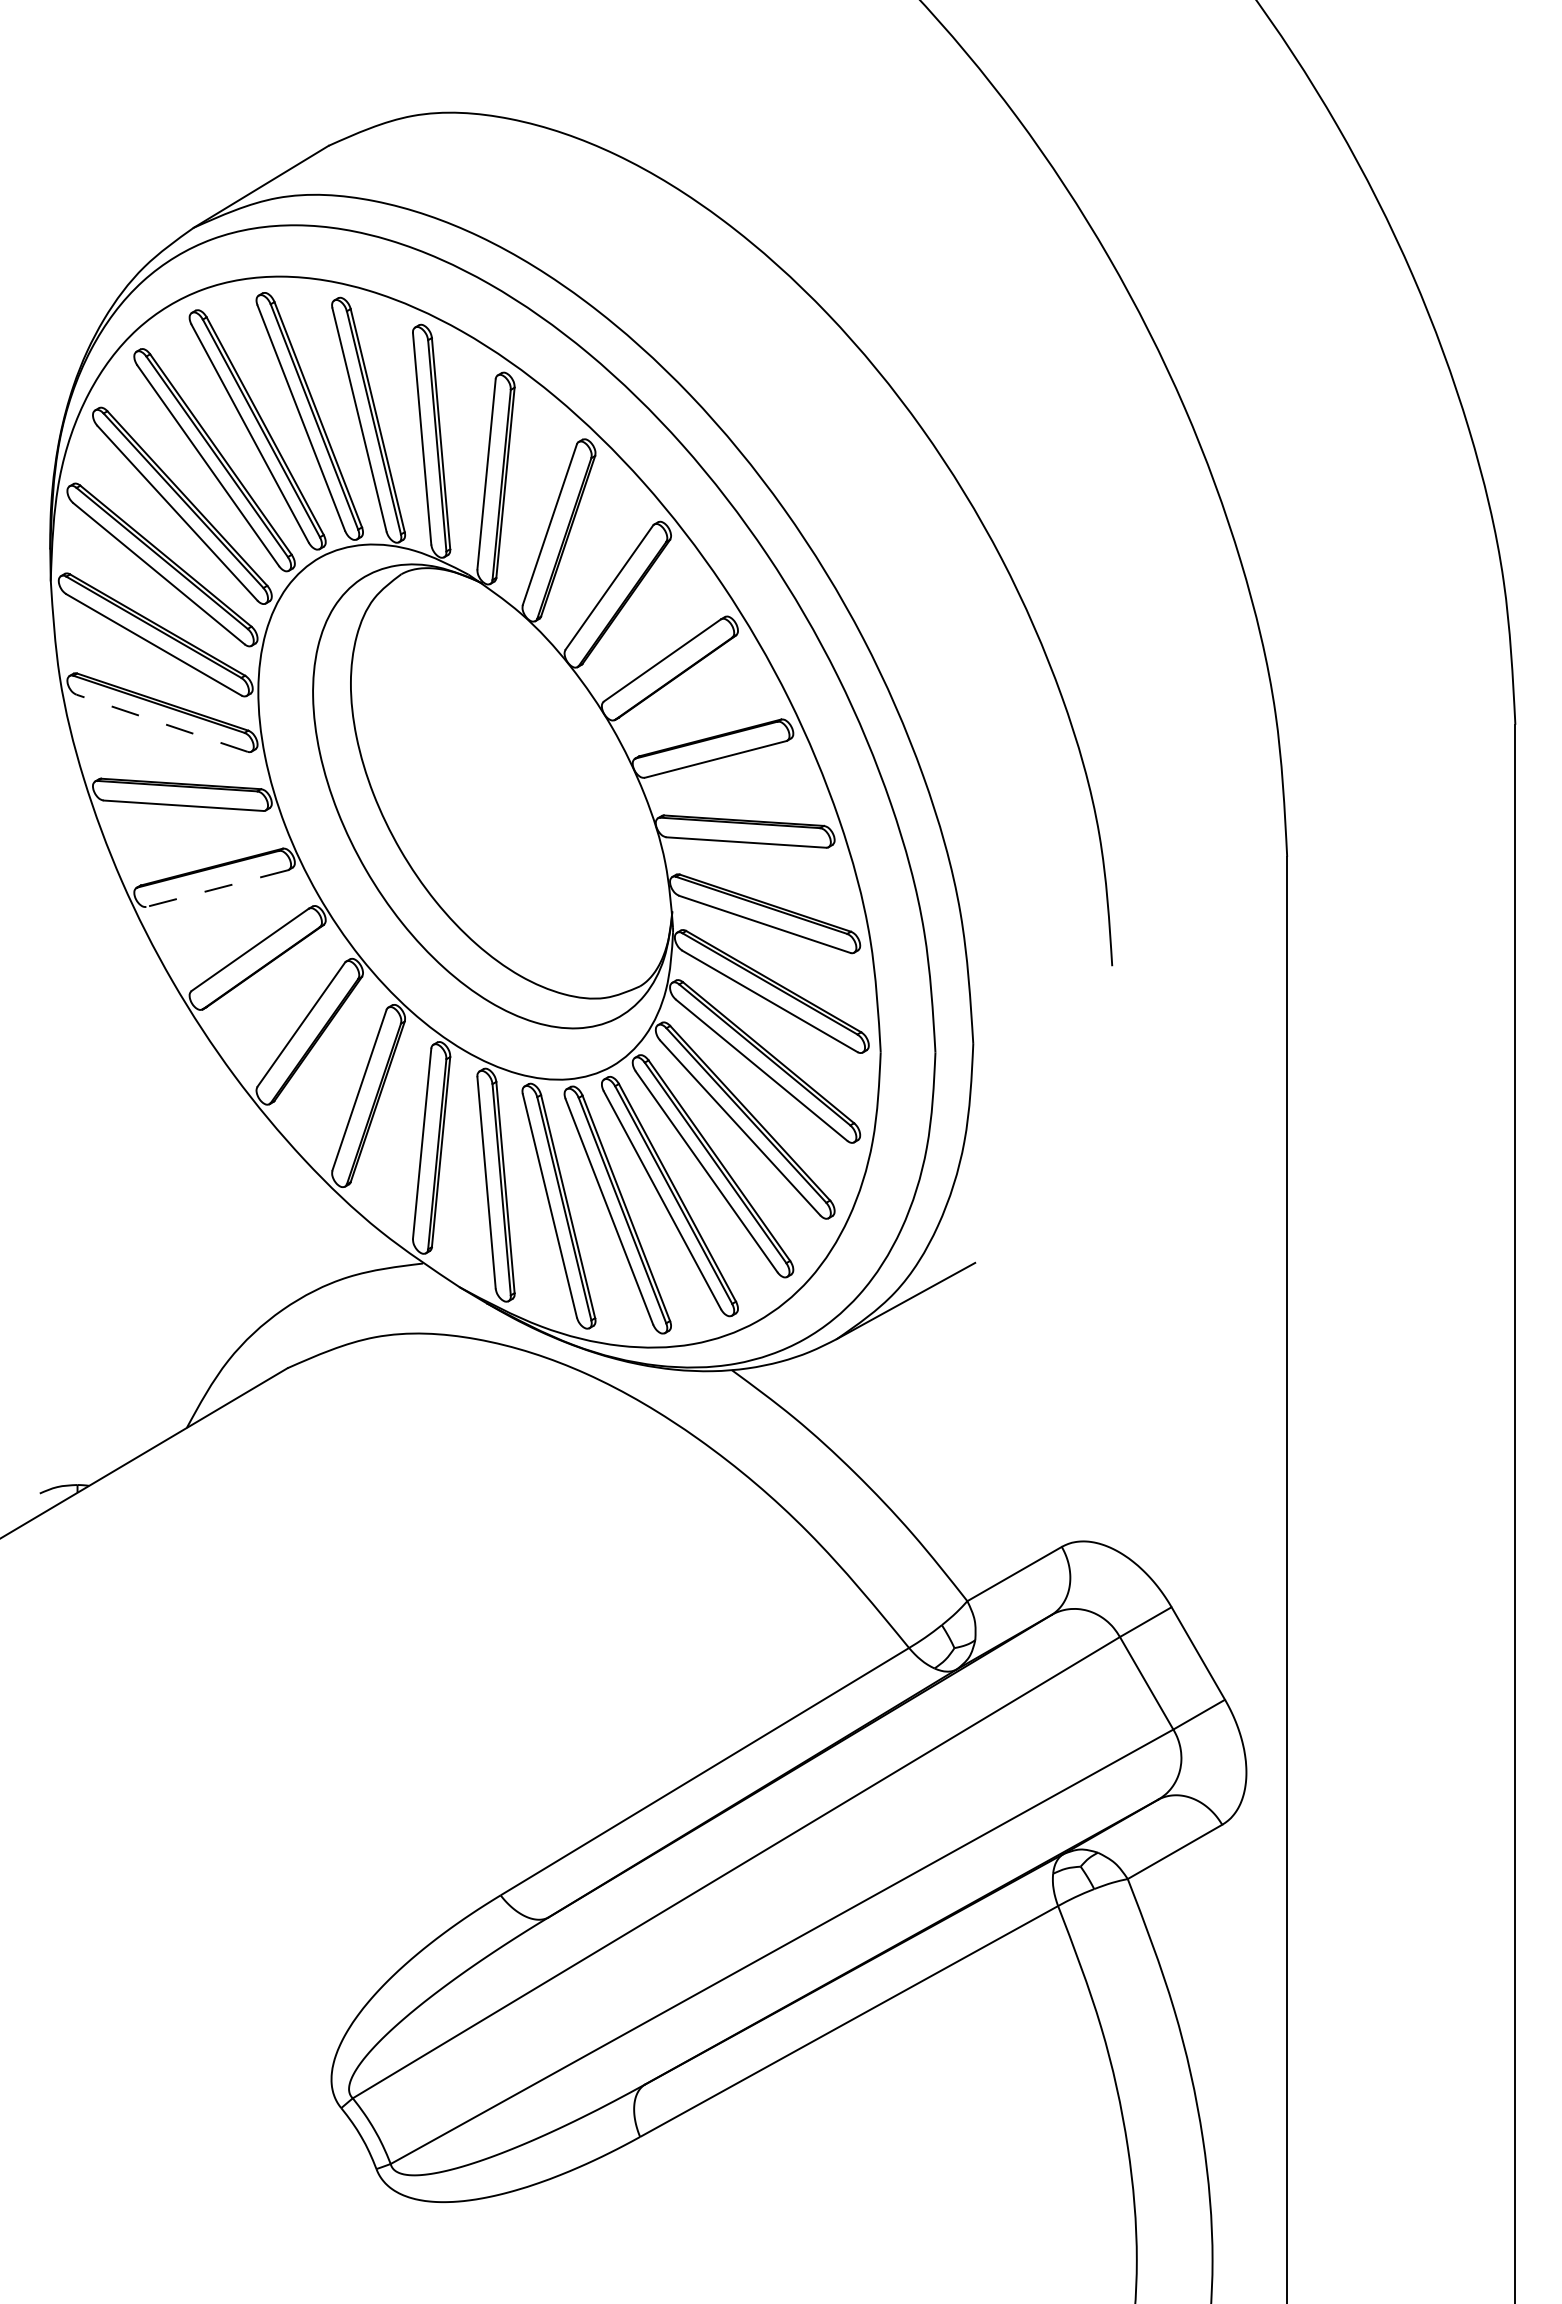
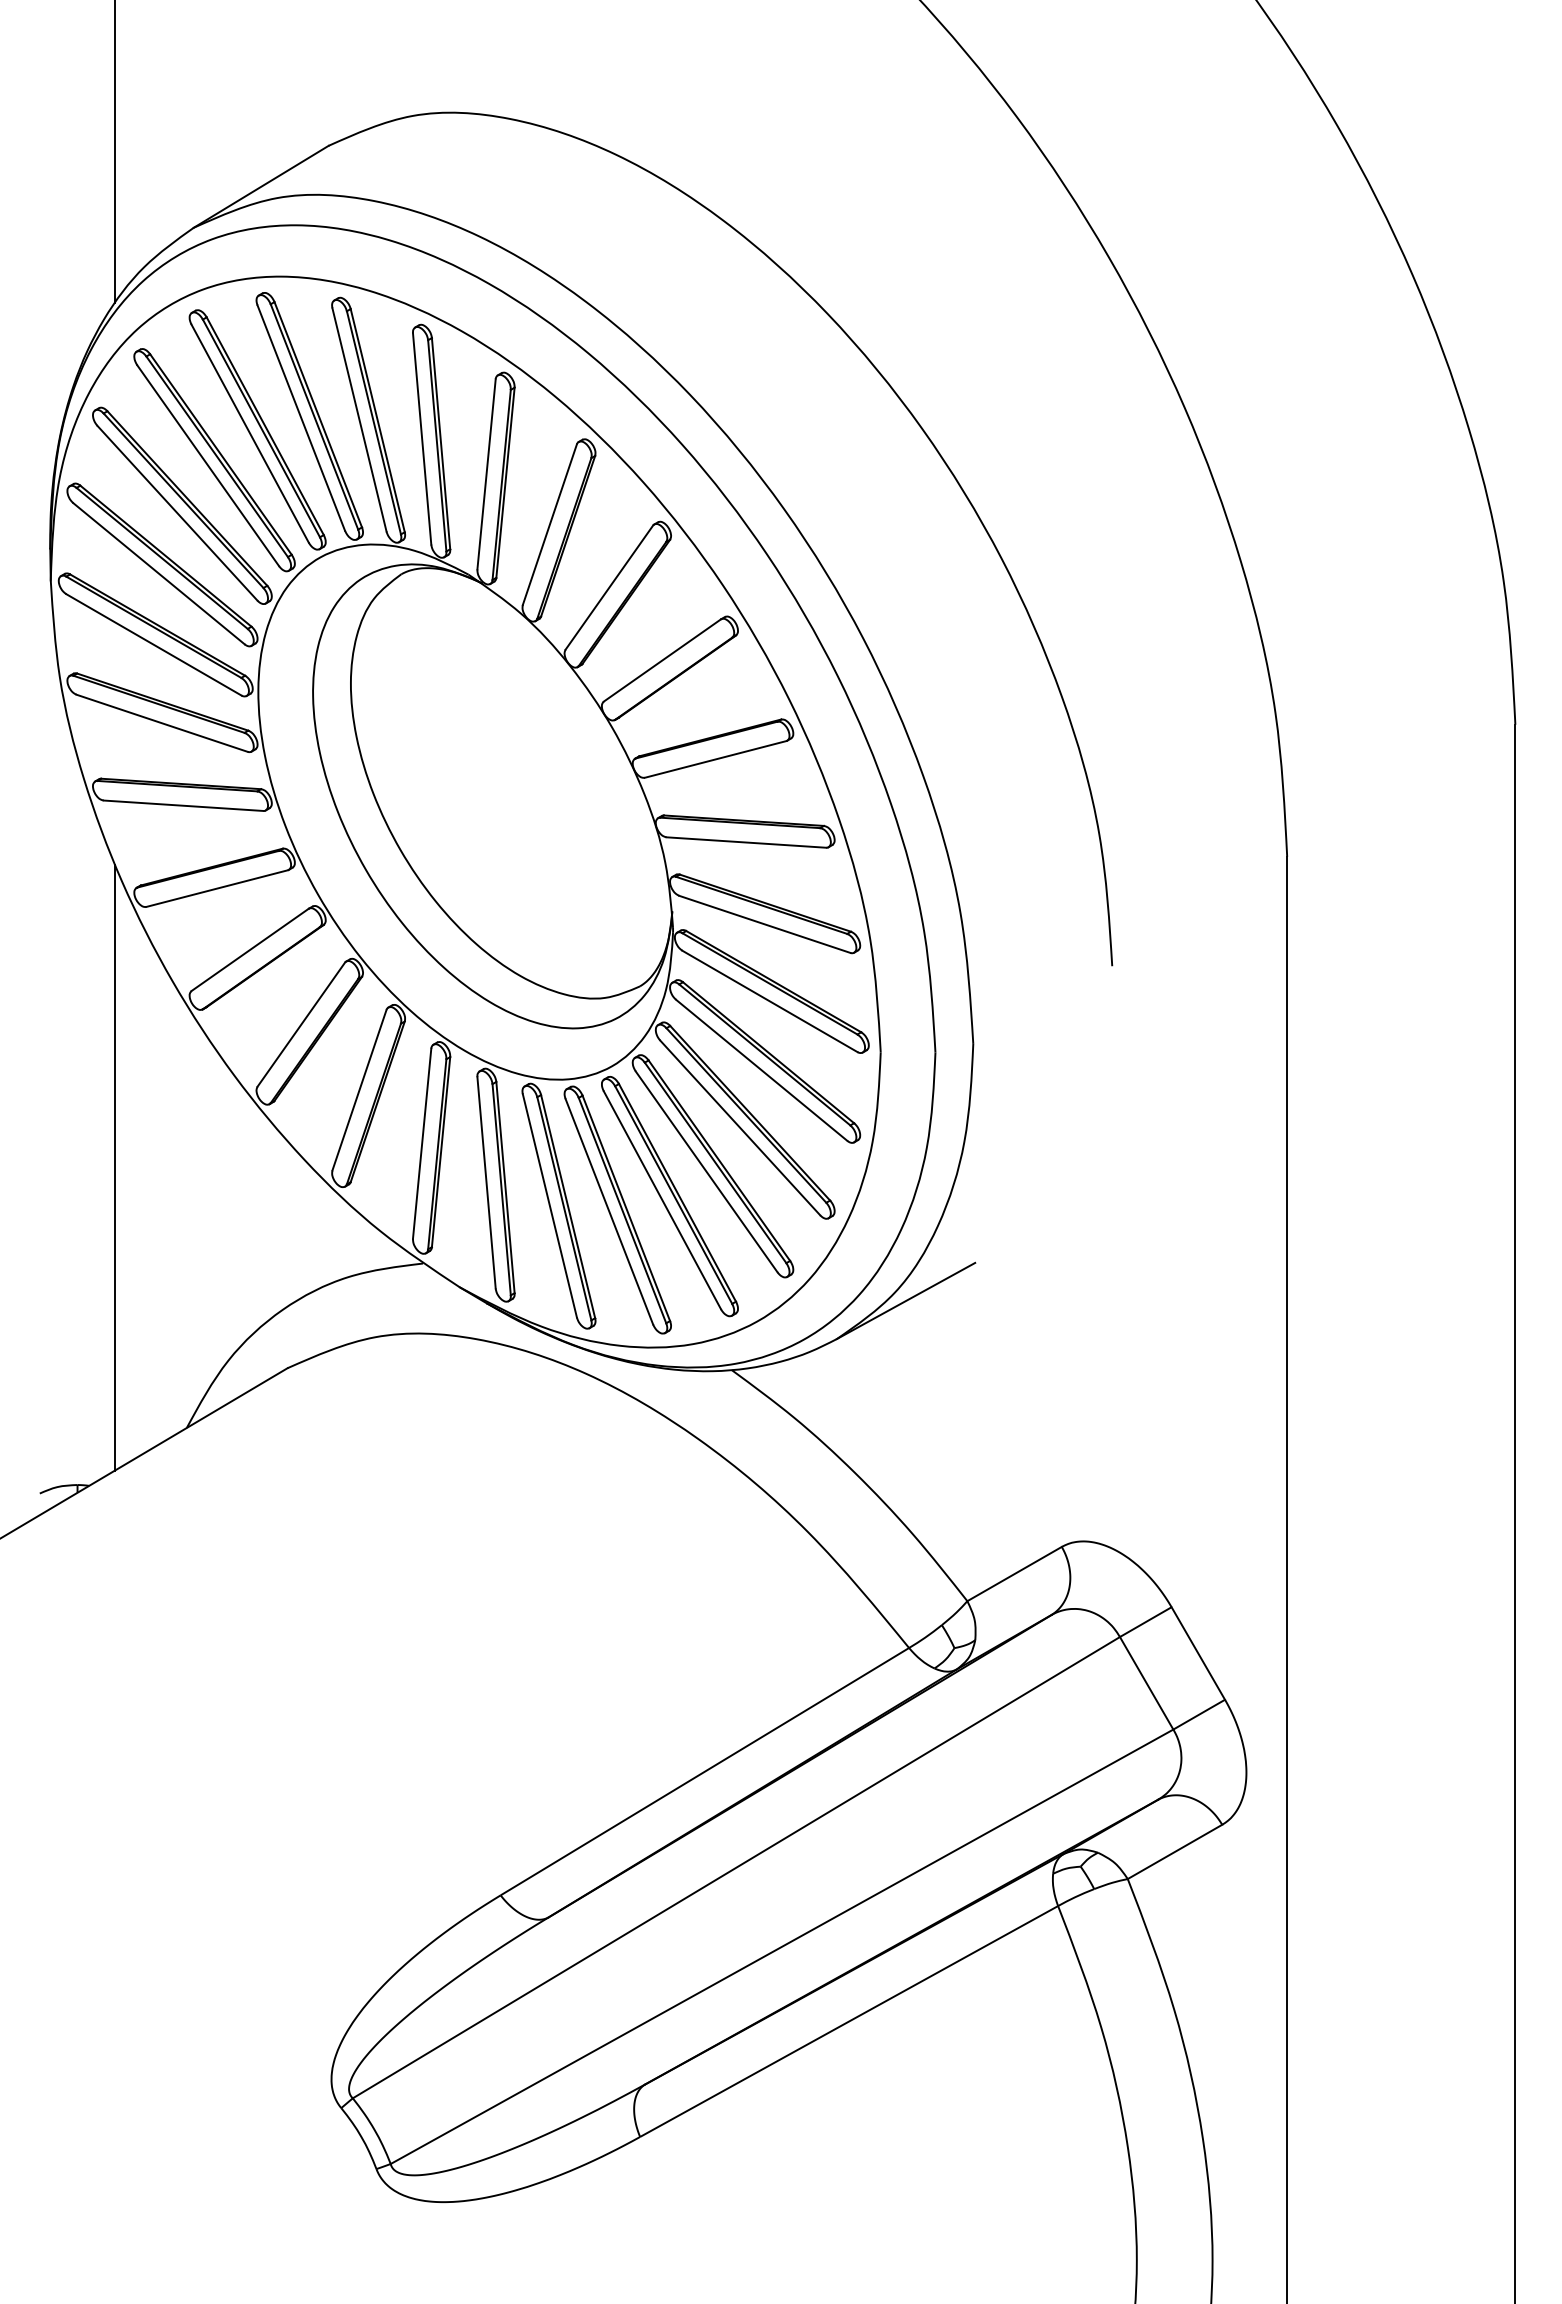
line at (114, 152): none -> present
line at (161, 723): dashed -> solid
line at (216, 888): dashed -> solid
line at (114, 1167): none -> present
